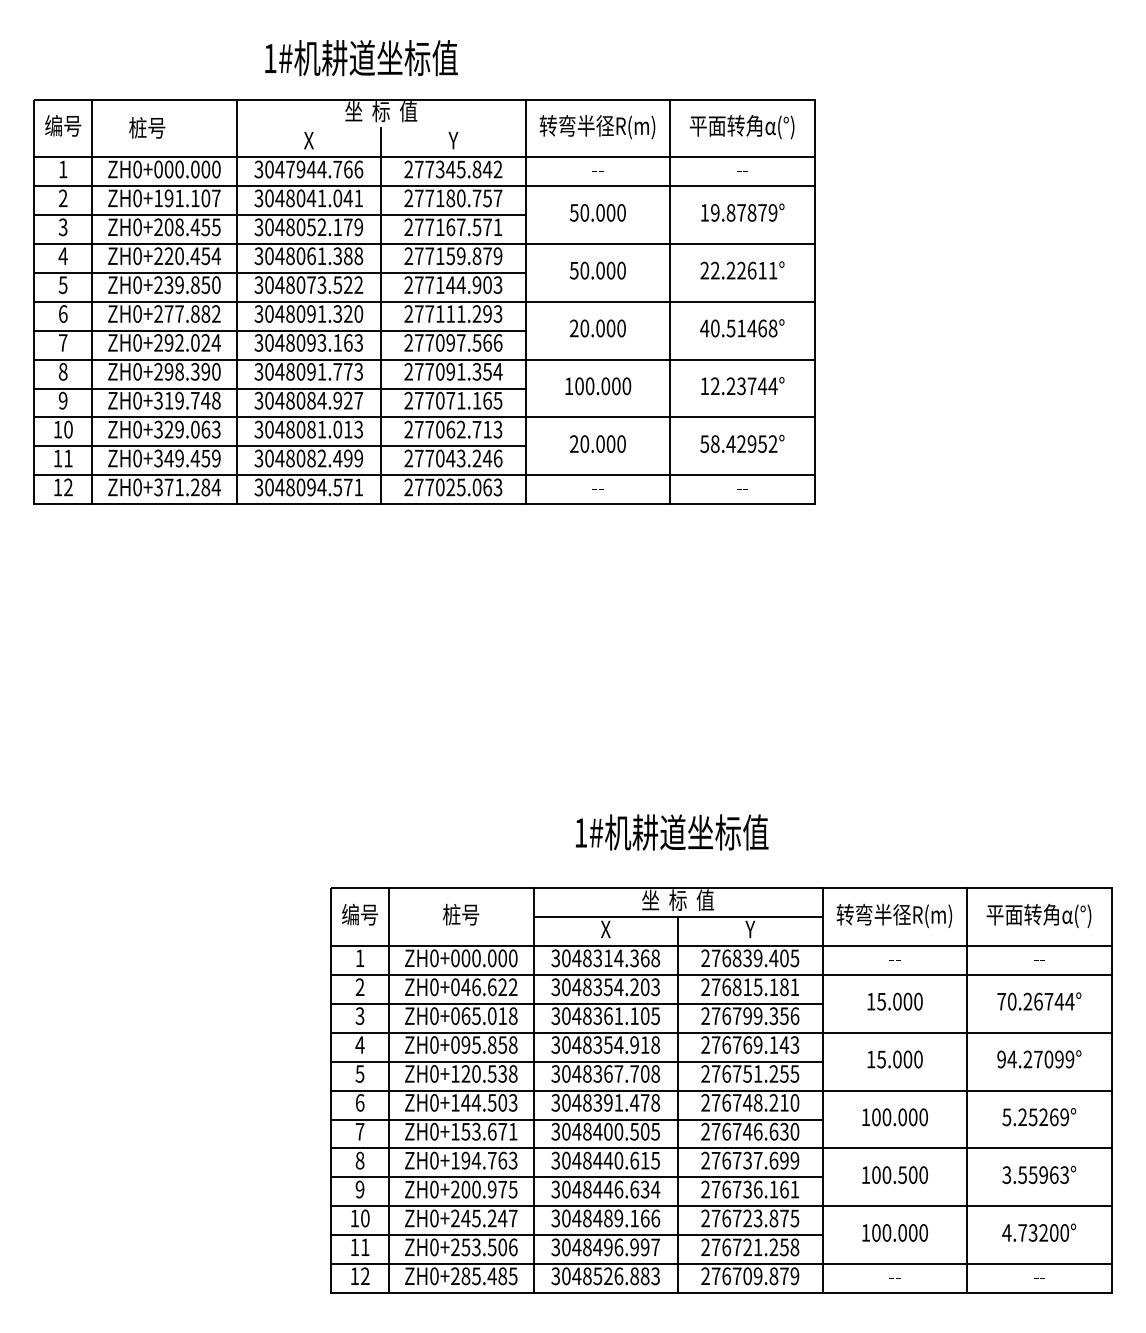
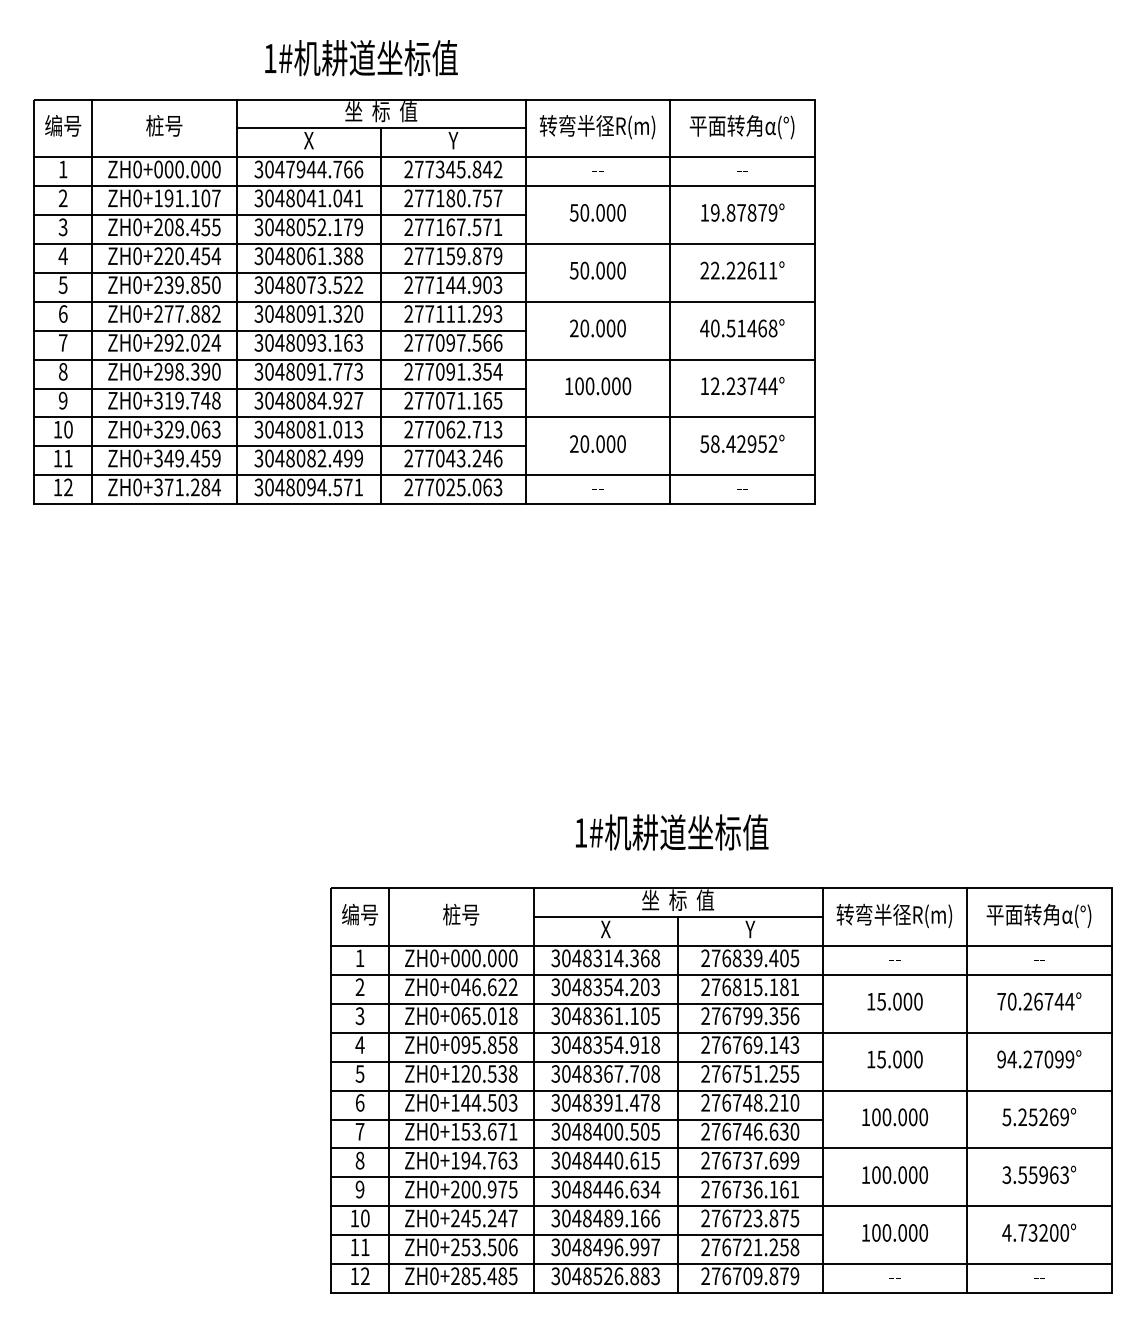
text at (147, 127) position: (147, 127) -> (164, 125)
line at (380, 128): none -> present
text at (902, 1174): 100.500 -> 100.000
